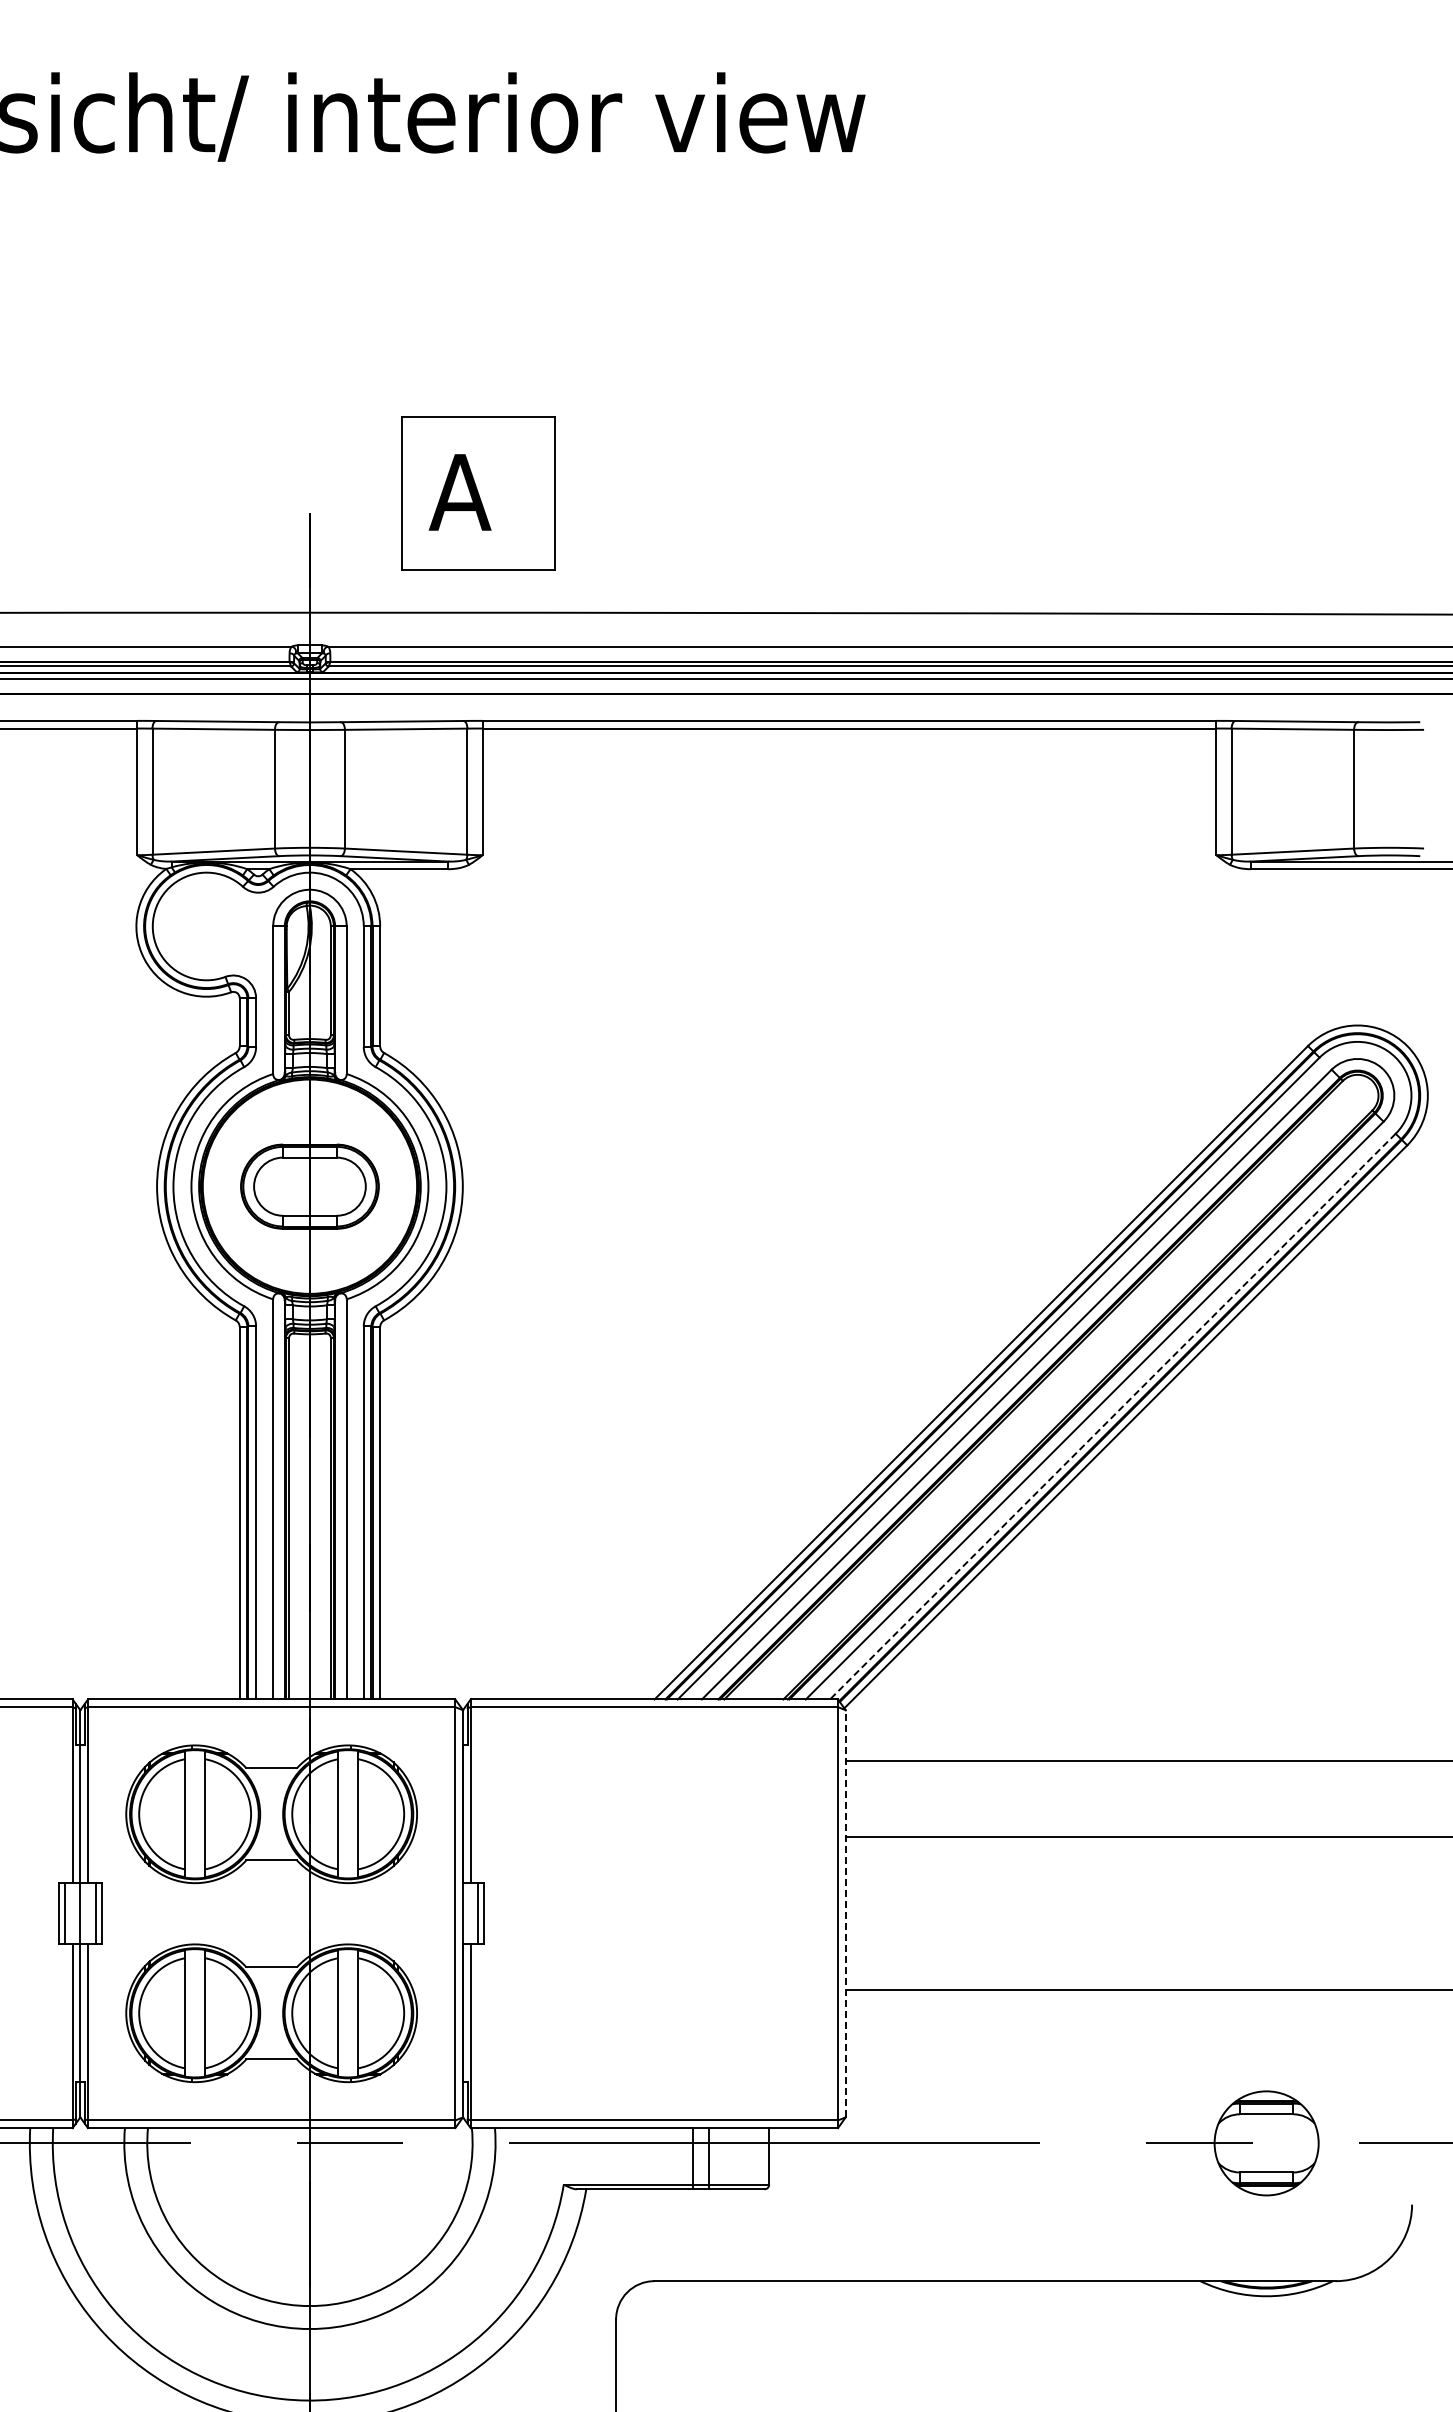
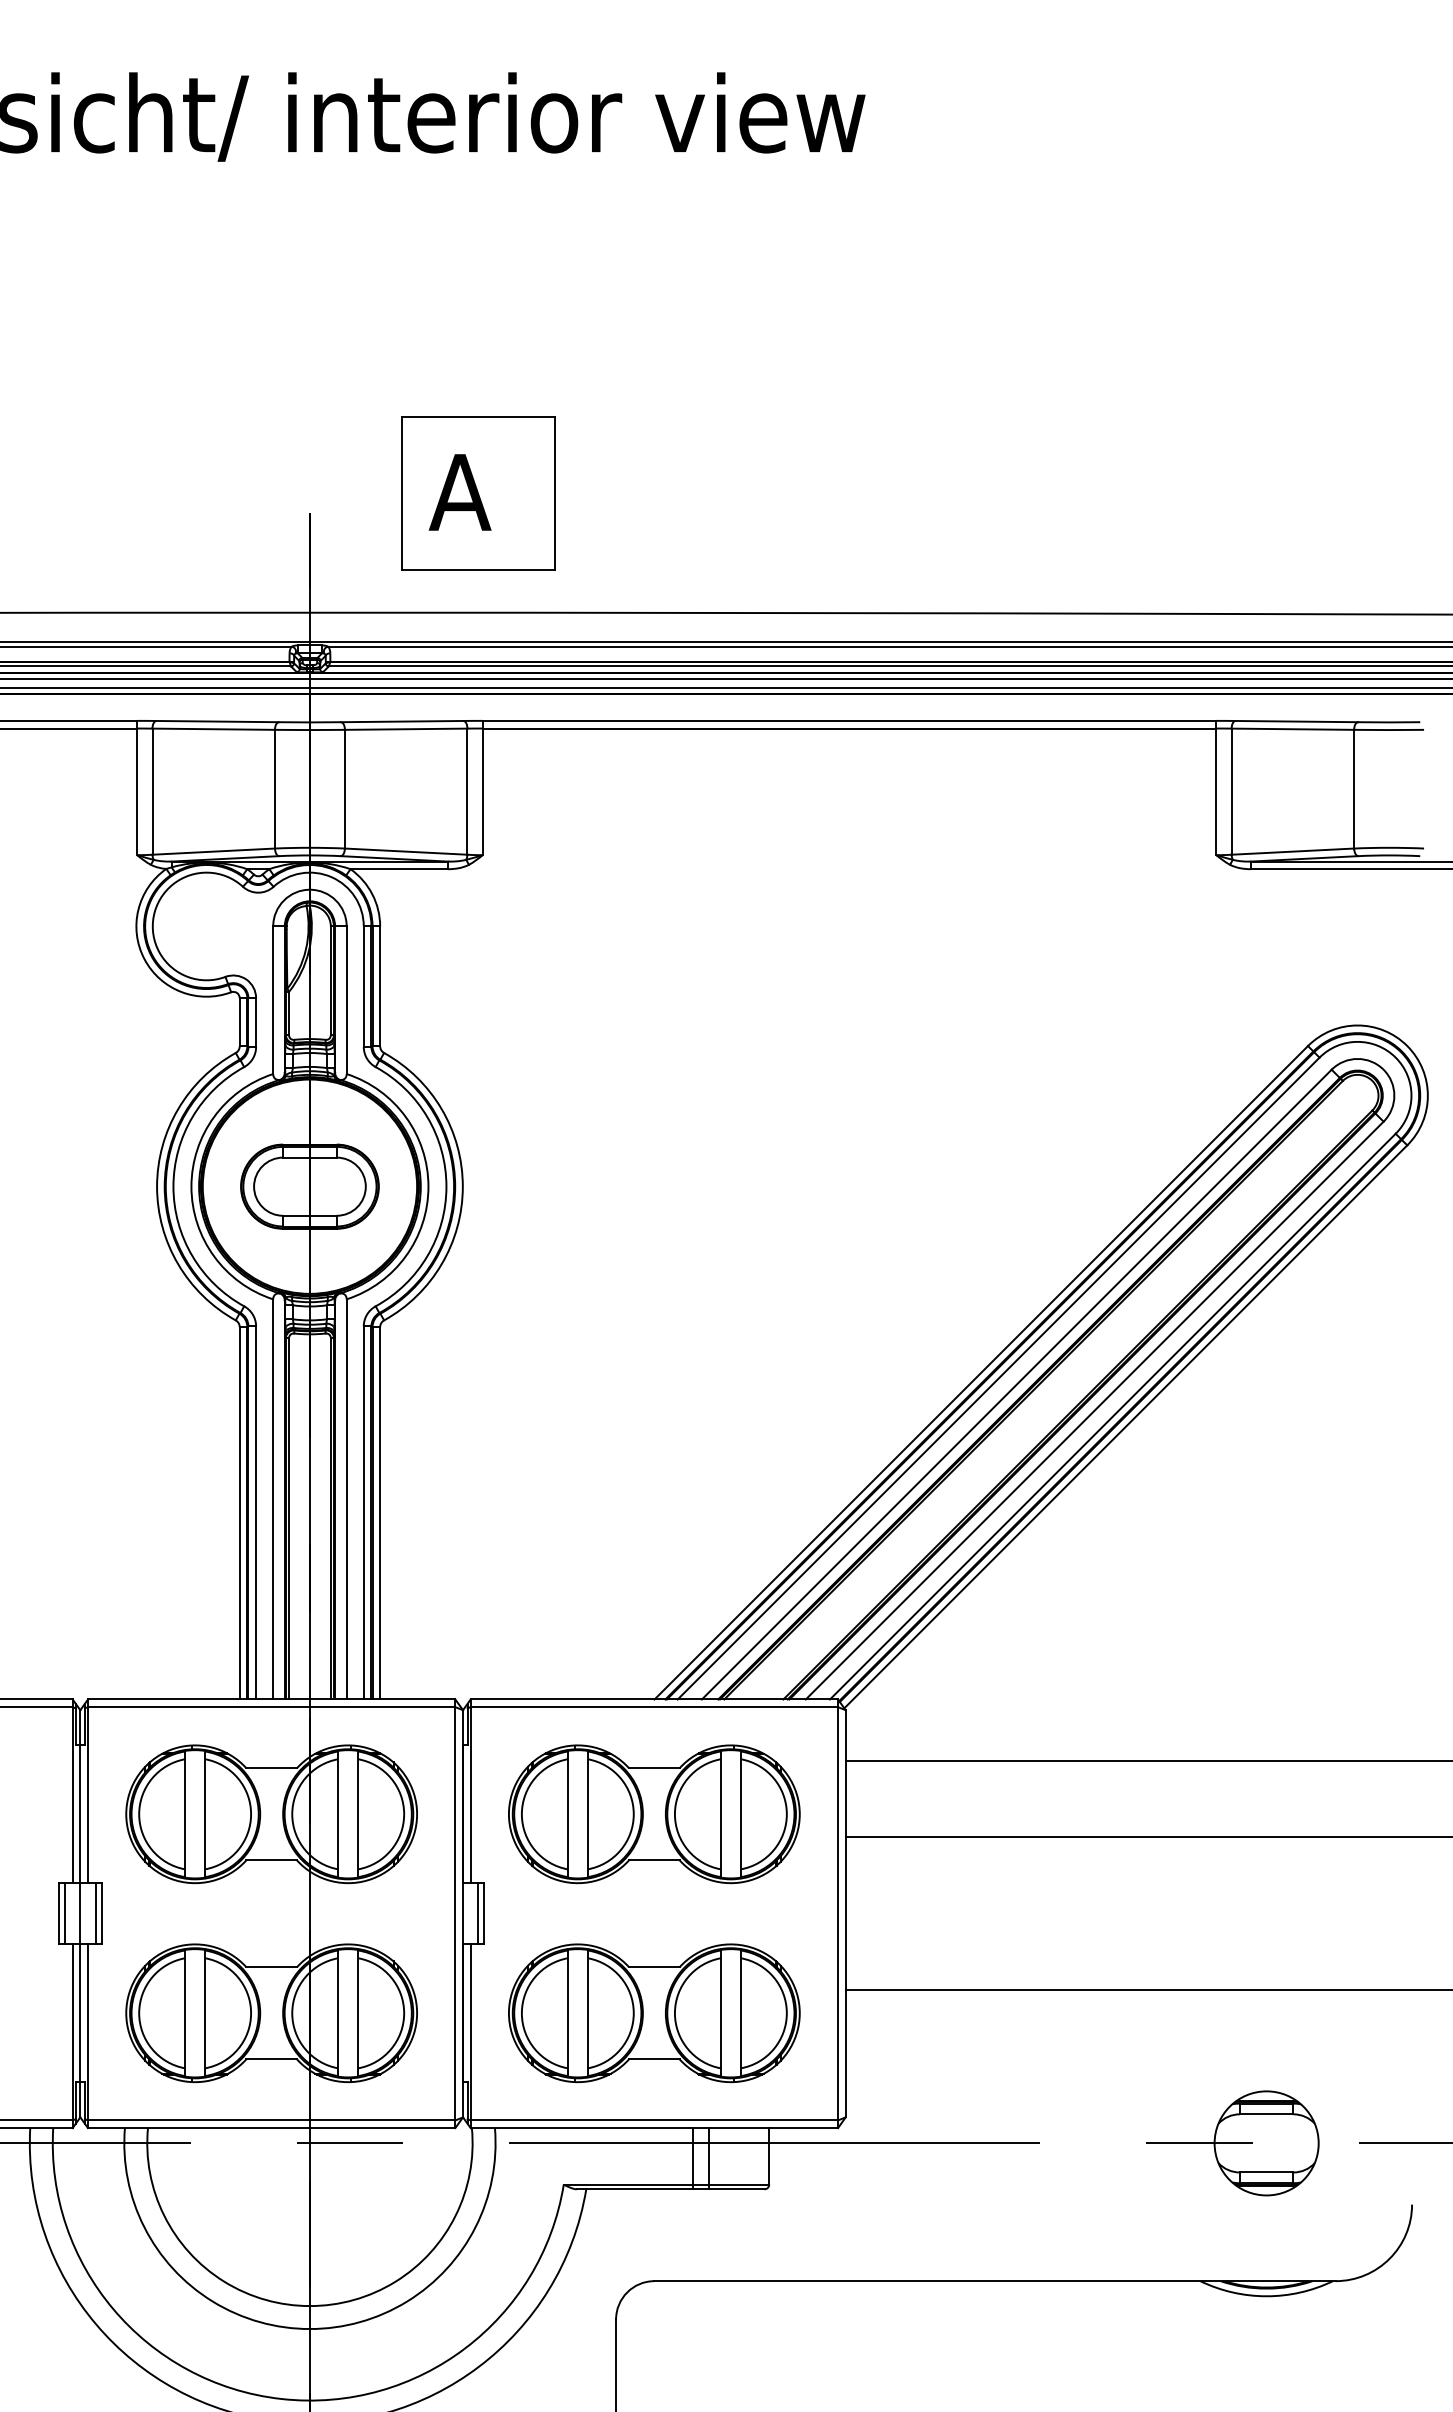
line at (725, 642): none -> present
line at (725, 687): none -> present
line at (1112, 1416): dashed -> solid
part at (654, 1814): none -> present
line at (845, 1913): dashed -> solid
part at (654, 2013): none -> present
